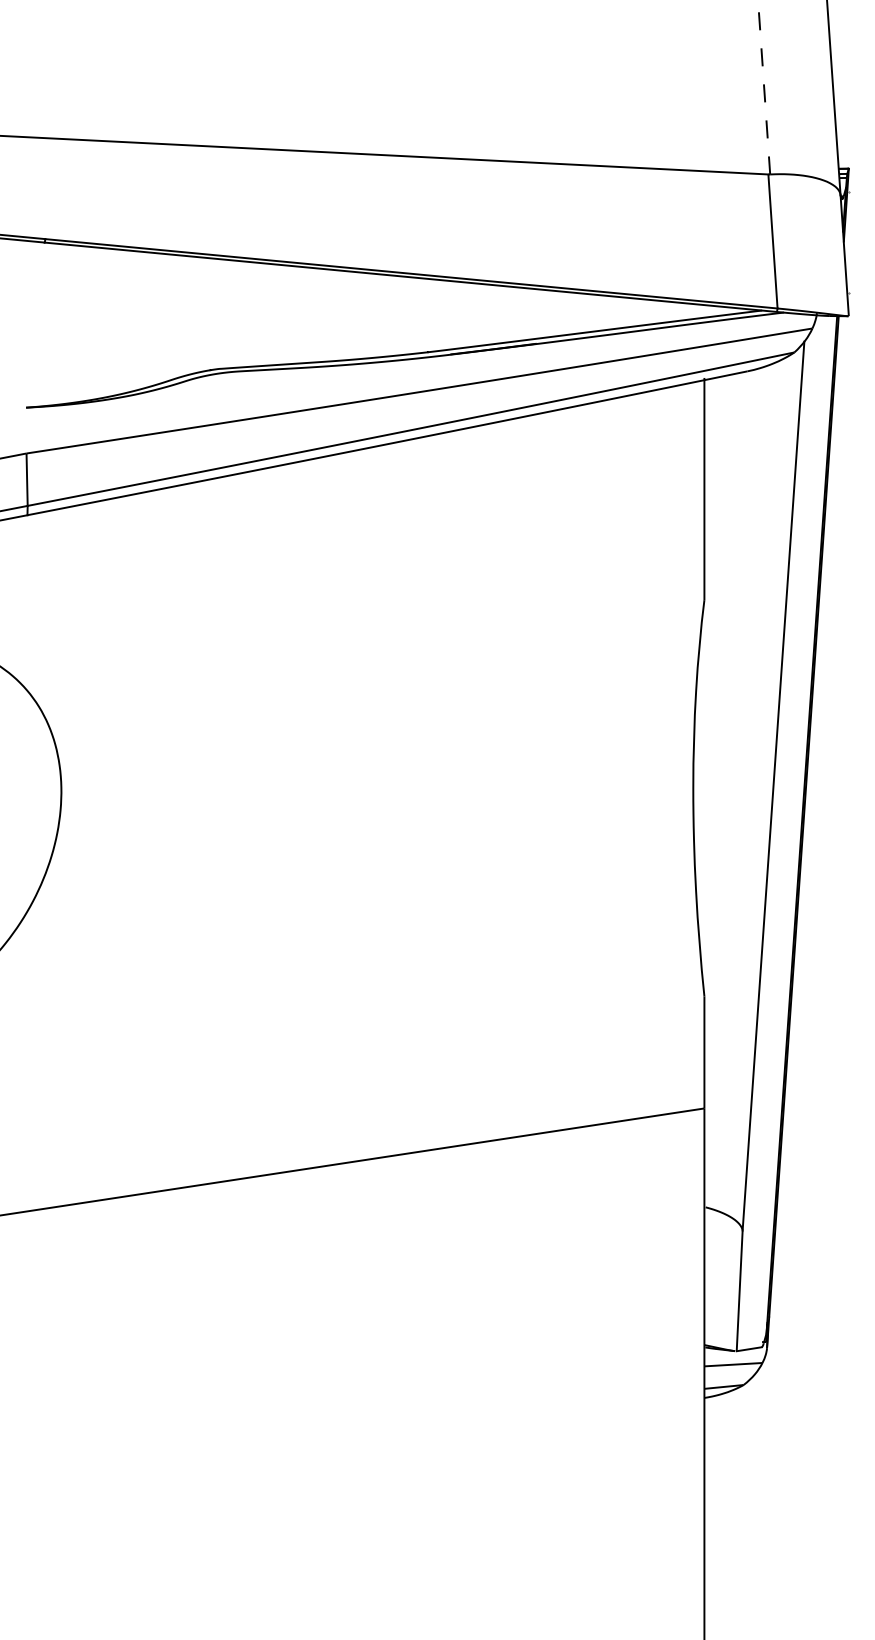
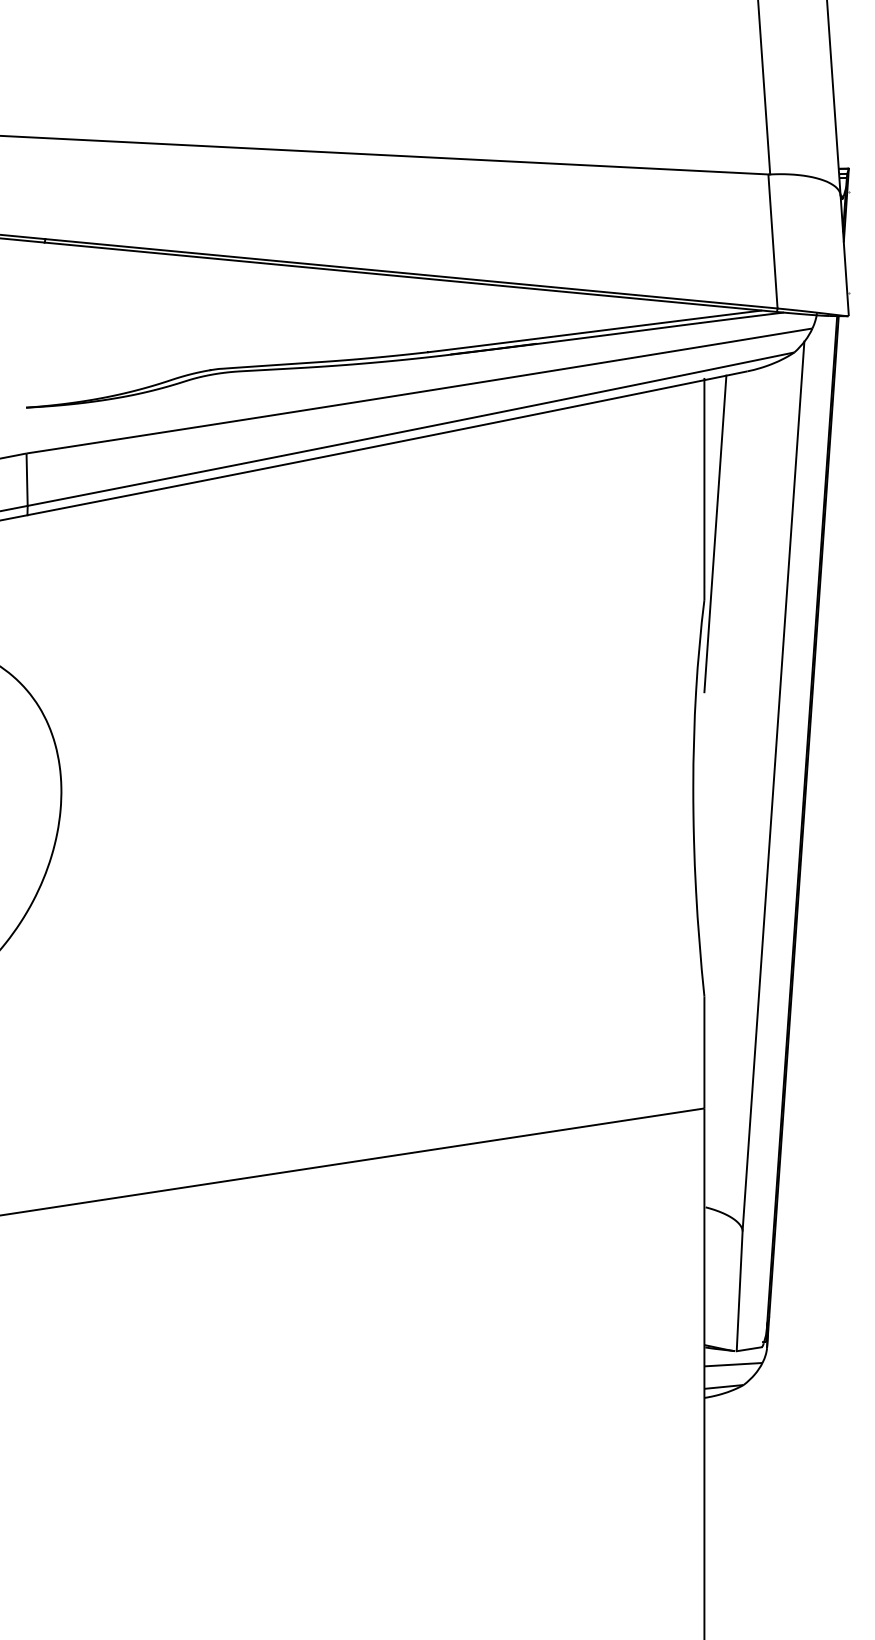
line at (764, 86): dashed -> solid
line at (715, 533): none -> present
